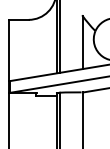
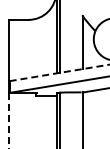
line at (59, 72): solid -> dashed
line at (9, 121): solid -> dashed
